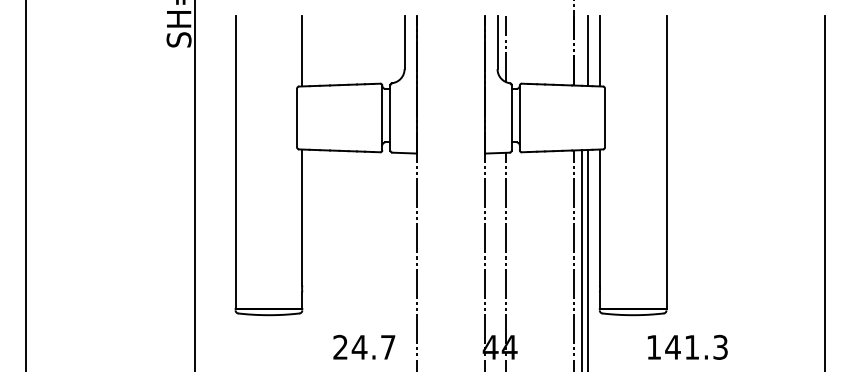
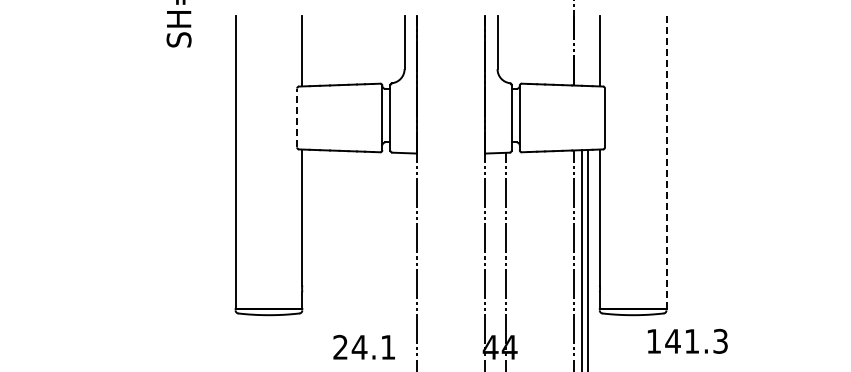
line at (505, 48): present -> none
line at (588, 51): present -> none
line at (297, 117): solid -> dashed
line at (666, 162): solid -> dashed
line at (25, 185): present -> none
line at (195, 185): present -> none
line at (825, 192): present -> none
text at (687, 346) position: (687, 346) -> (687, 340)
text at (388, 347): 24.7 -> 24.1
